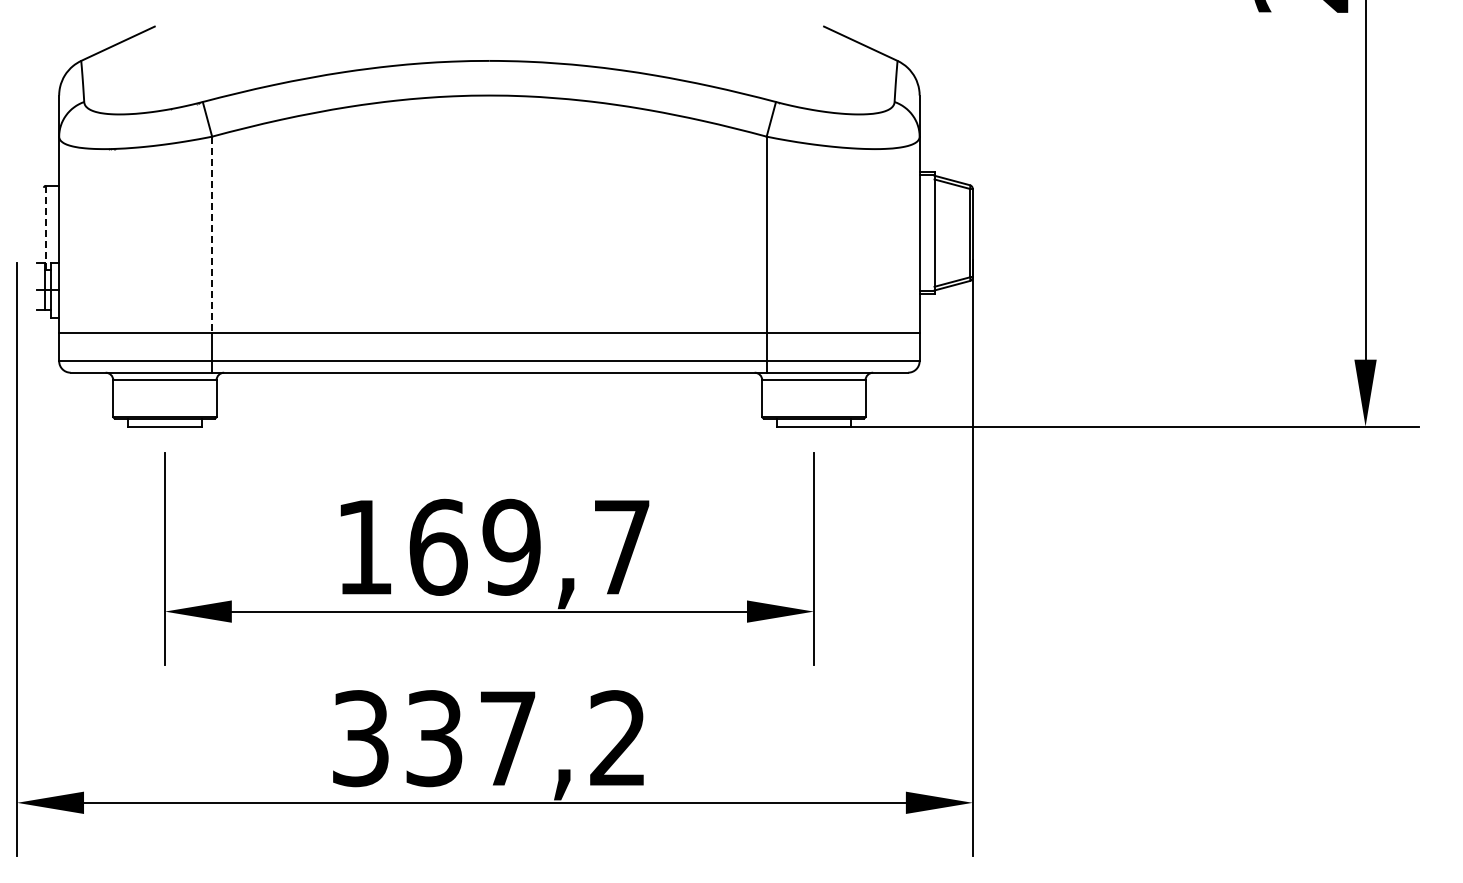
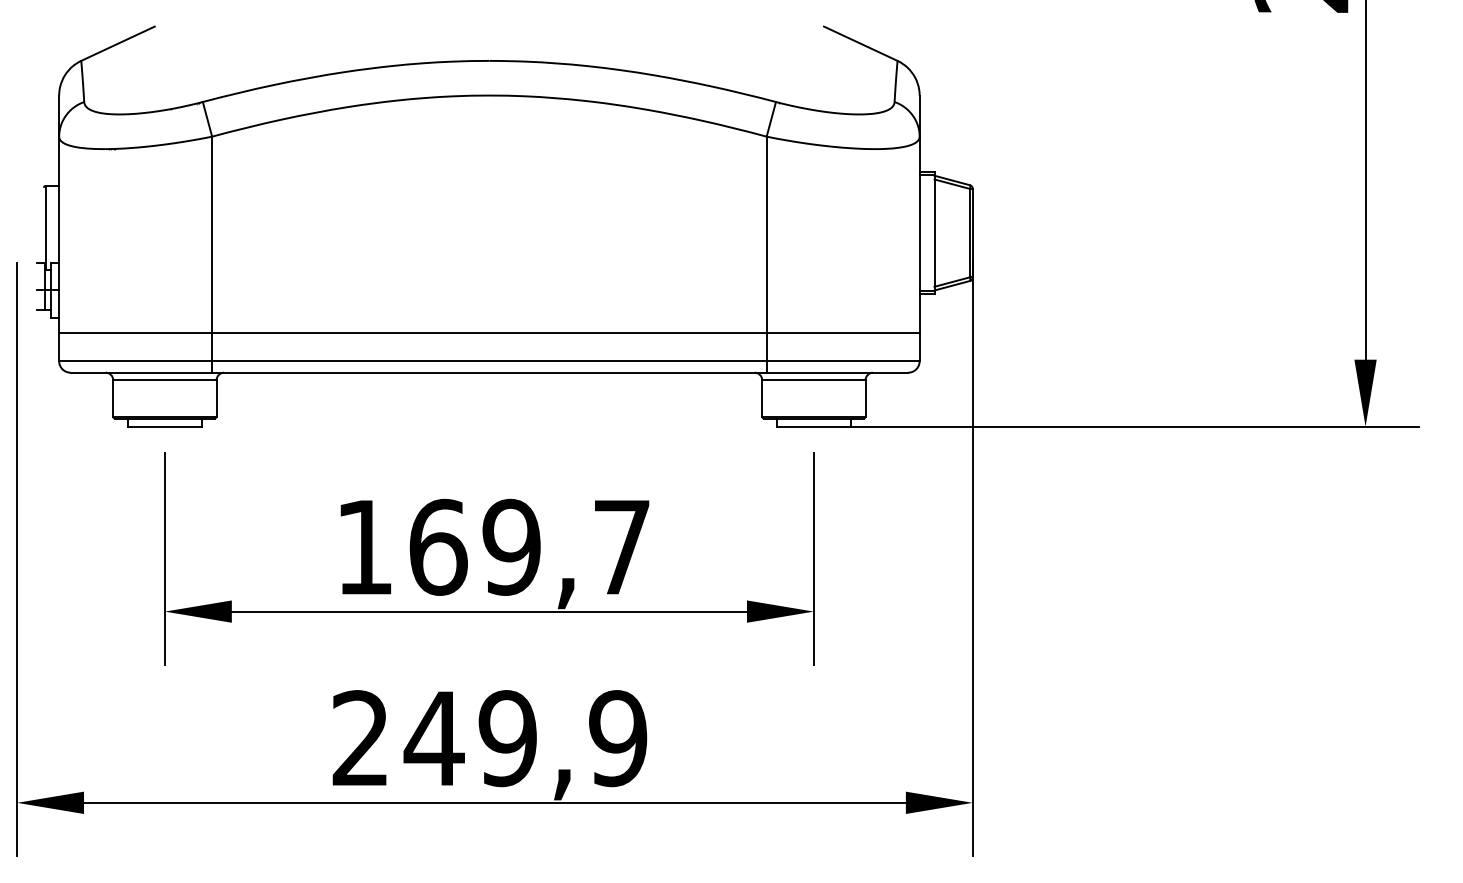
line at (45, 227): dashed -> solid
line at (212, 234): dashed -> solid
text at (489, 738): 337,2 -> 249,9
